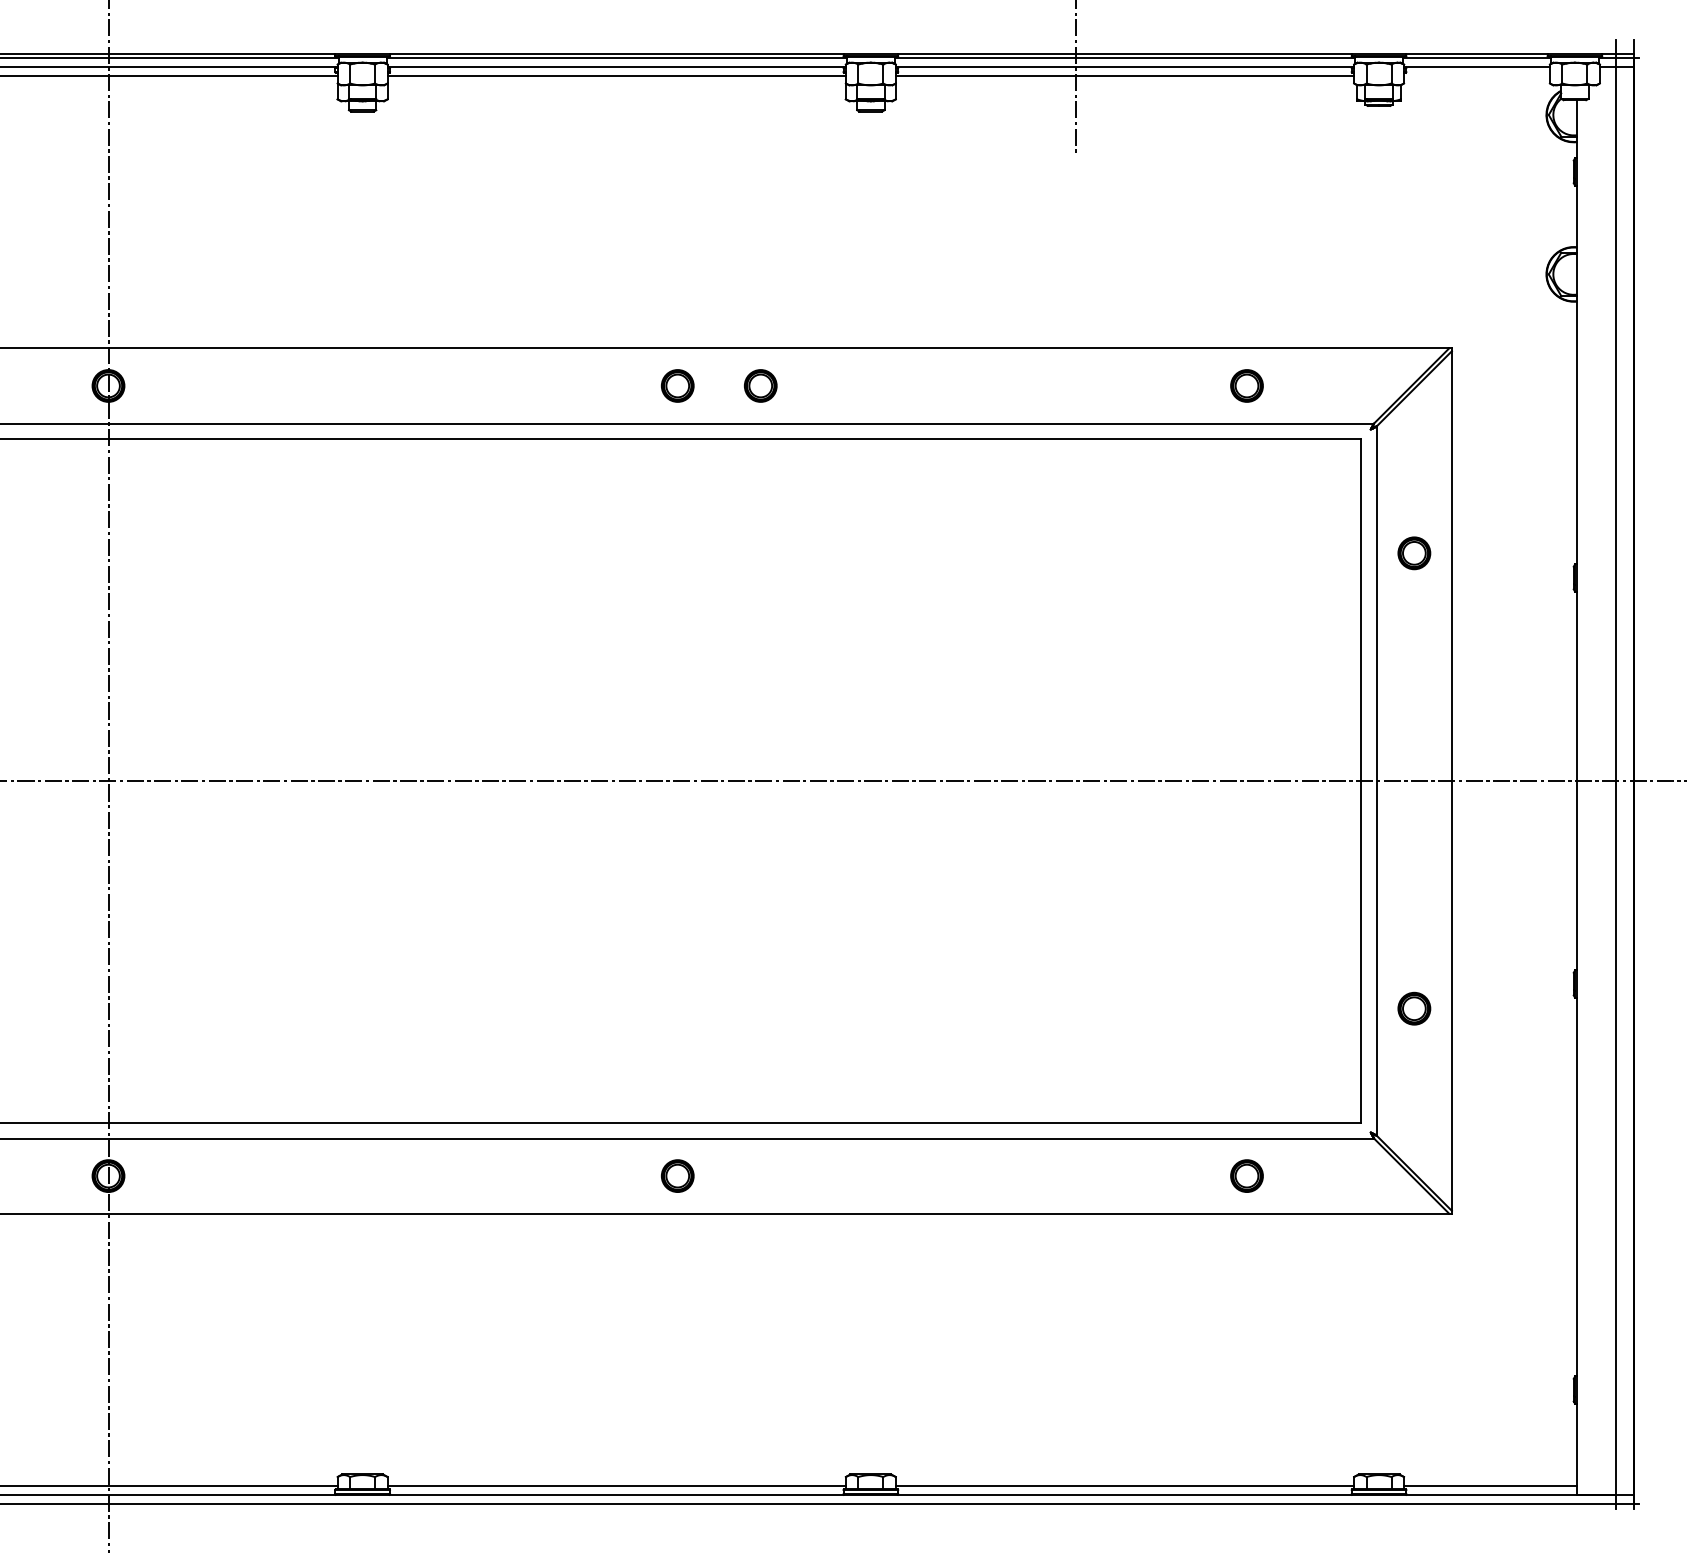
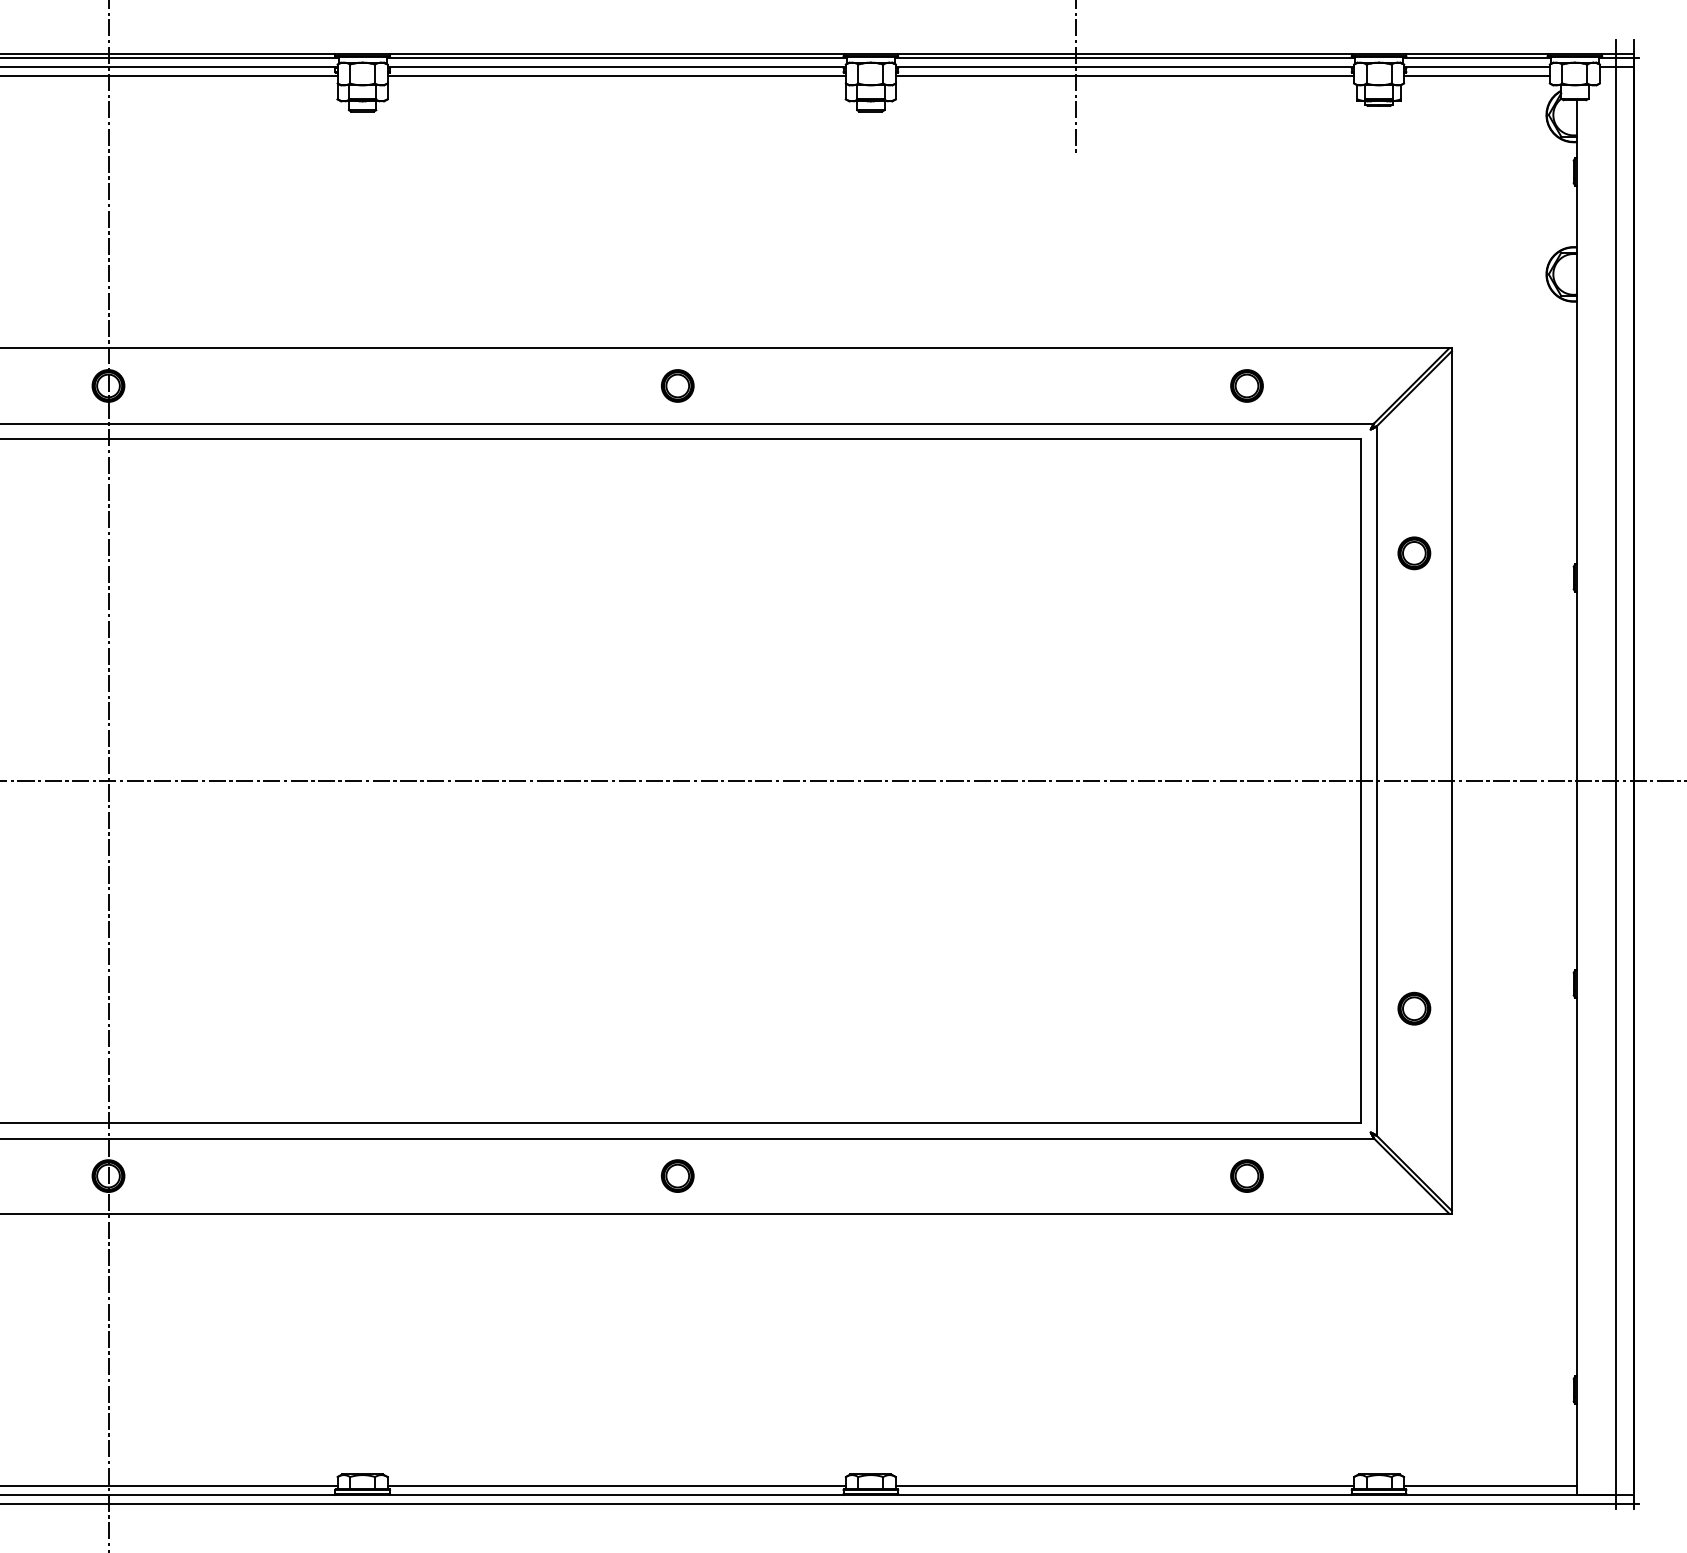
line at (1476, 76): none -> present
part at (760, 385): present -> none
